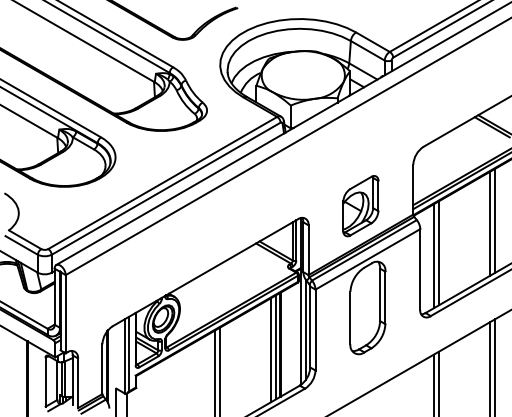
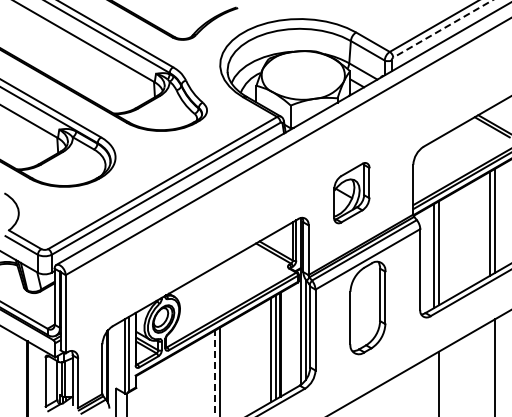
line at (442, 29): solid -> dashed
part at (360, 206) position: (360, 206) -> (351, 193)
line at (489, 367): present -> none
line at (215, 373): solid -> dashed
line at (433, 383): present -> none
